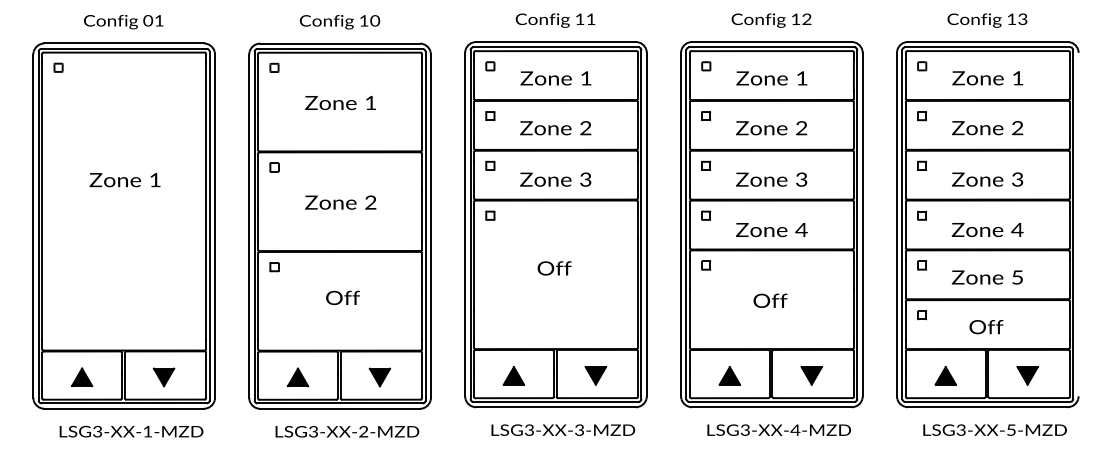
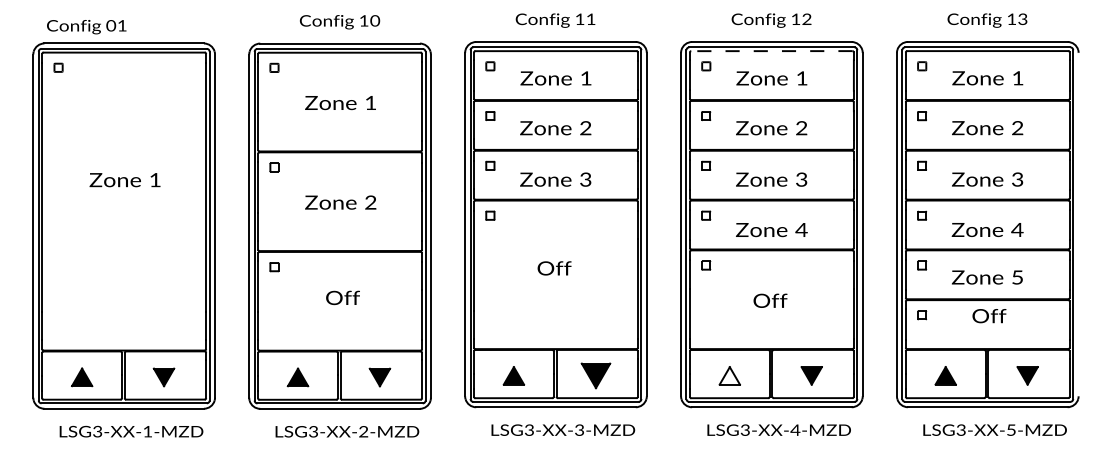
text at (123, 22) position: (123, 22) -> (86, 27)
line at (771, 51): solid -> dashed
text at (986, 327) position: (986, 327) -> (989, 316)
part at (595, 375) size: 23x20 px -> 32x28 px
fill at (729, 375): present -> none
